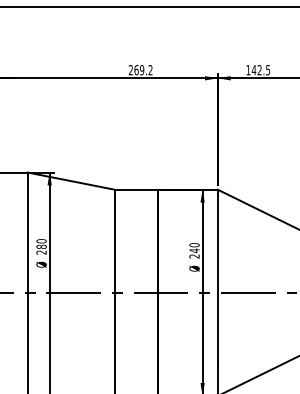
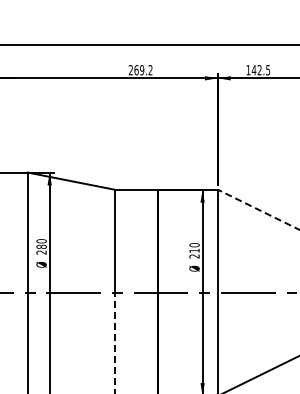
line at (149, 7) position: (149, 7) -> (149, 45)
line at (258, 209): solid -> dashed
text at (194, 250): 240 -> 210
line at (114, 342): solid -> dashed
